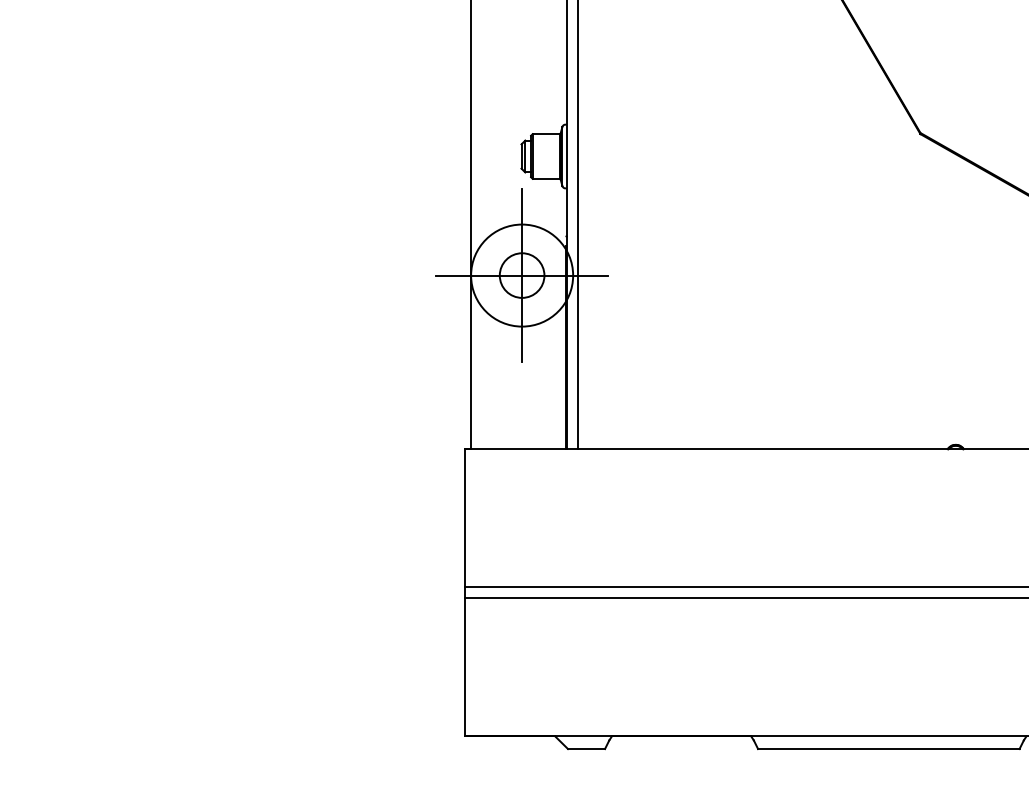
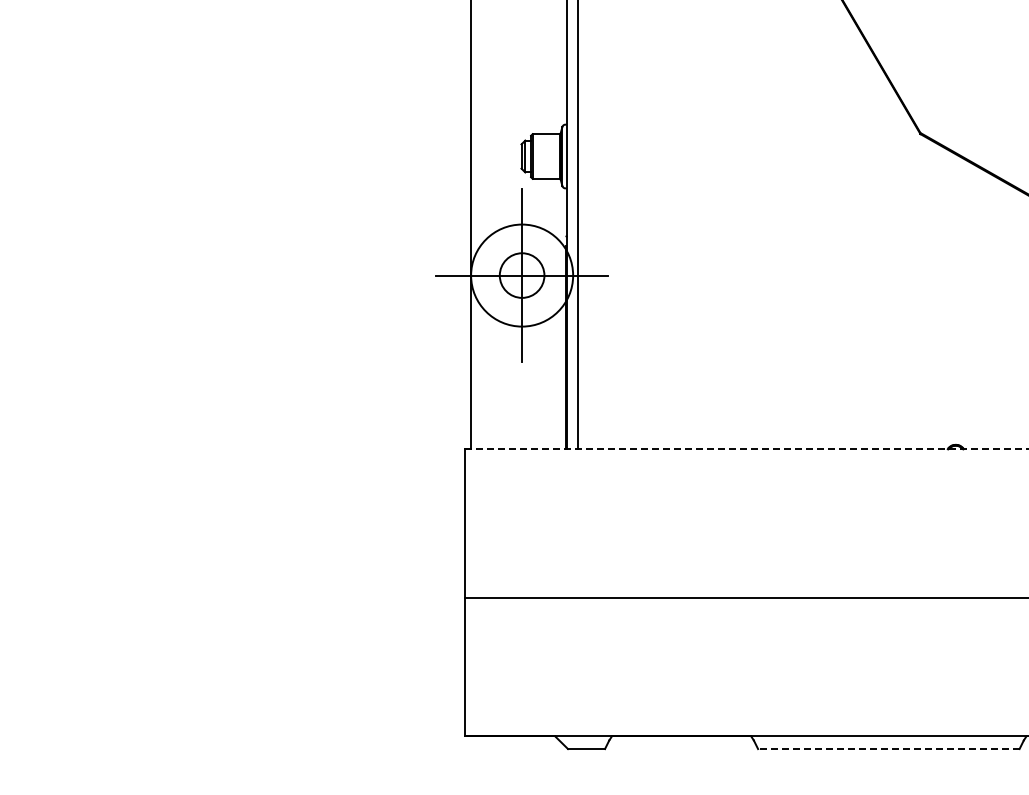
line at (746, 449): solid -> dashed
line at (744, 587): present -> none
line at (888, 749): solid -> dashed
